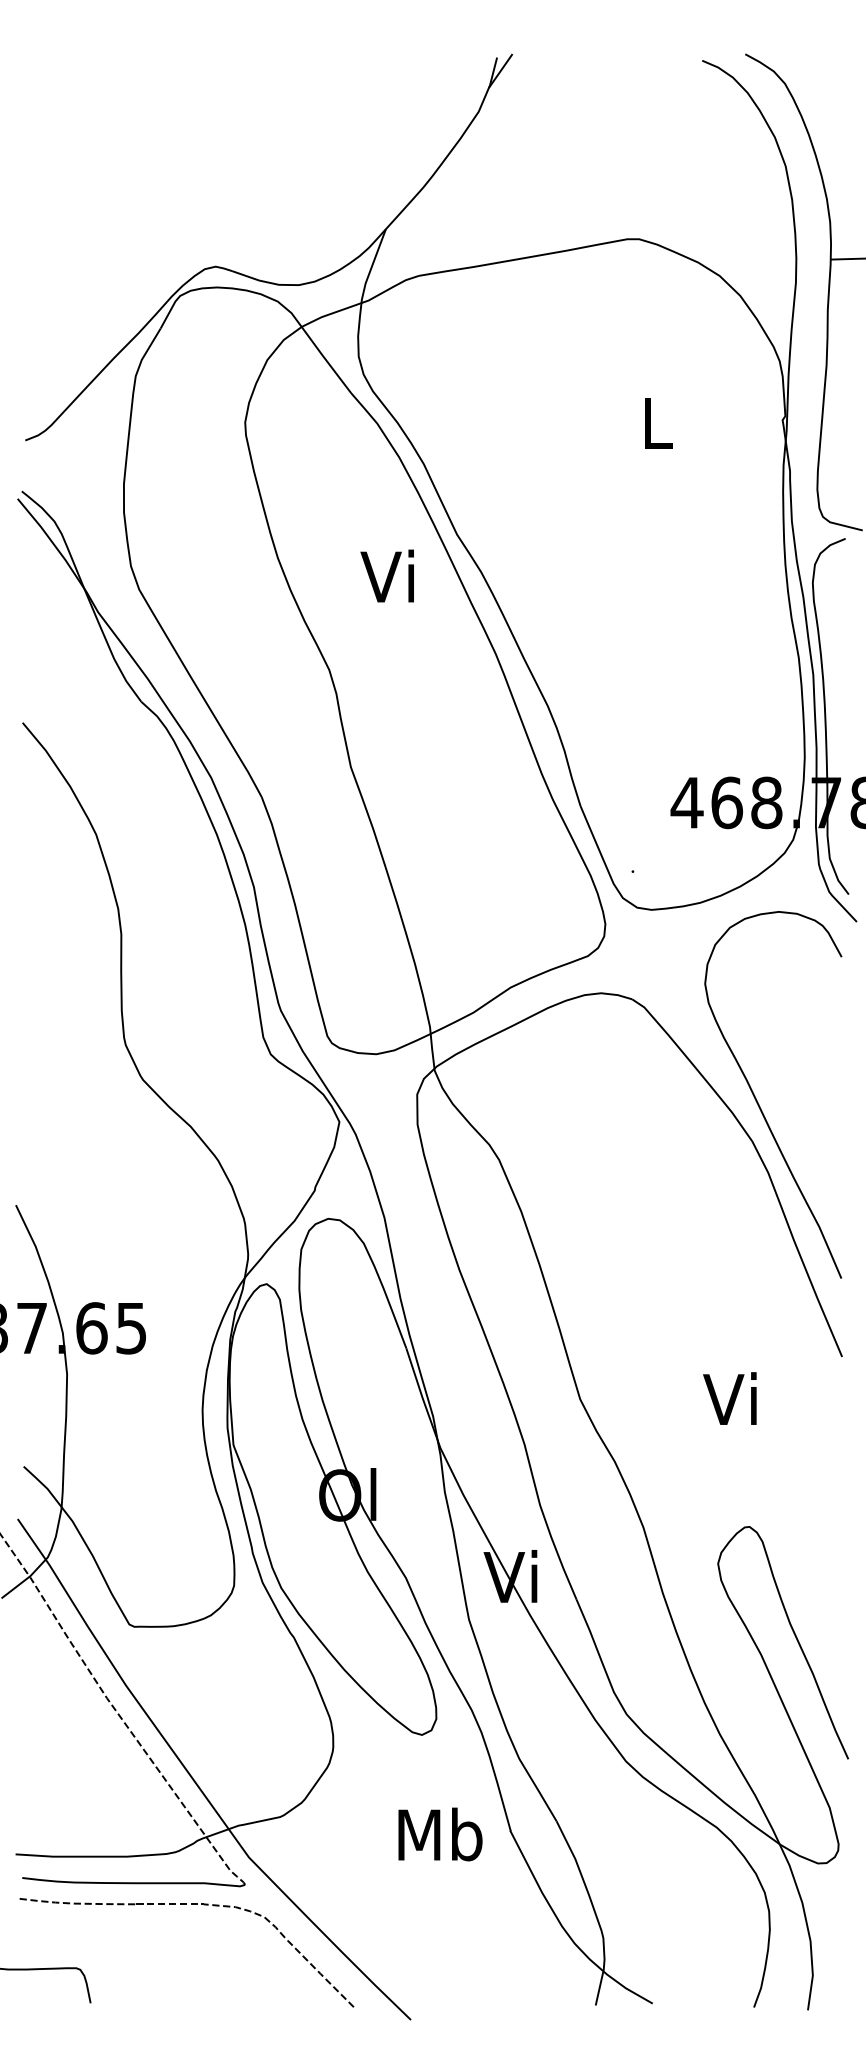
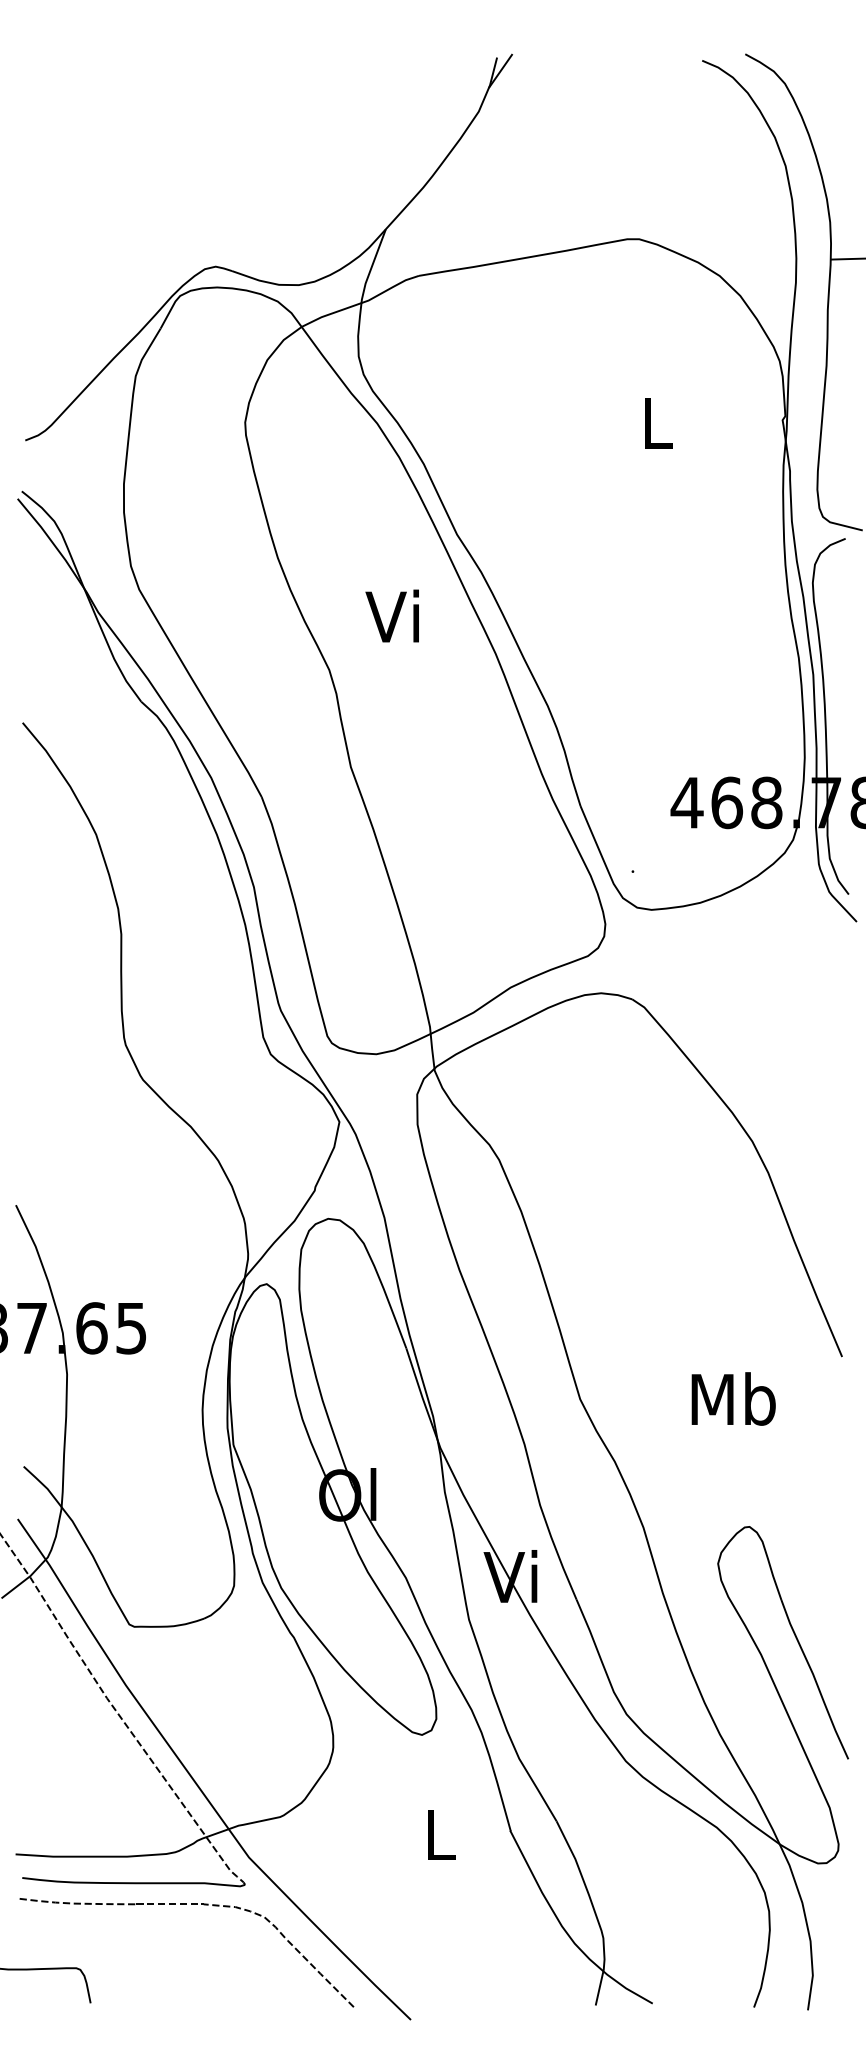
text at (386, 575) position: (386, 575) -> (391, 615)
curve at (758, 1102): present -> none
text at (733, 1398): Vi -> Mb
text at (440, 1834): Mb -> L
